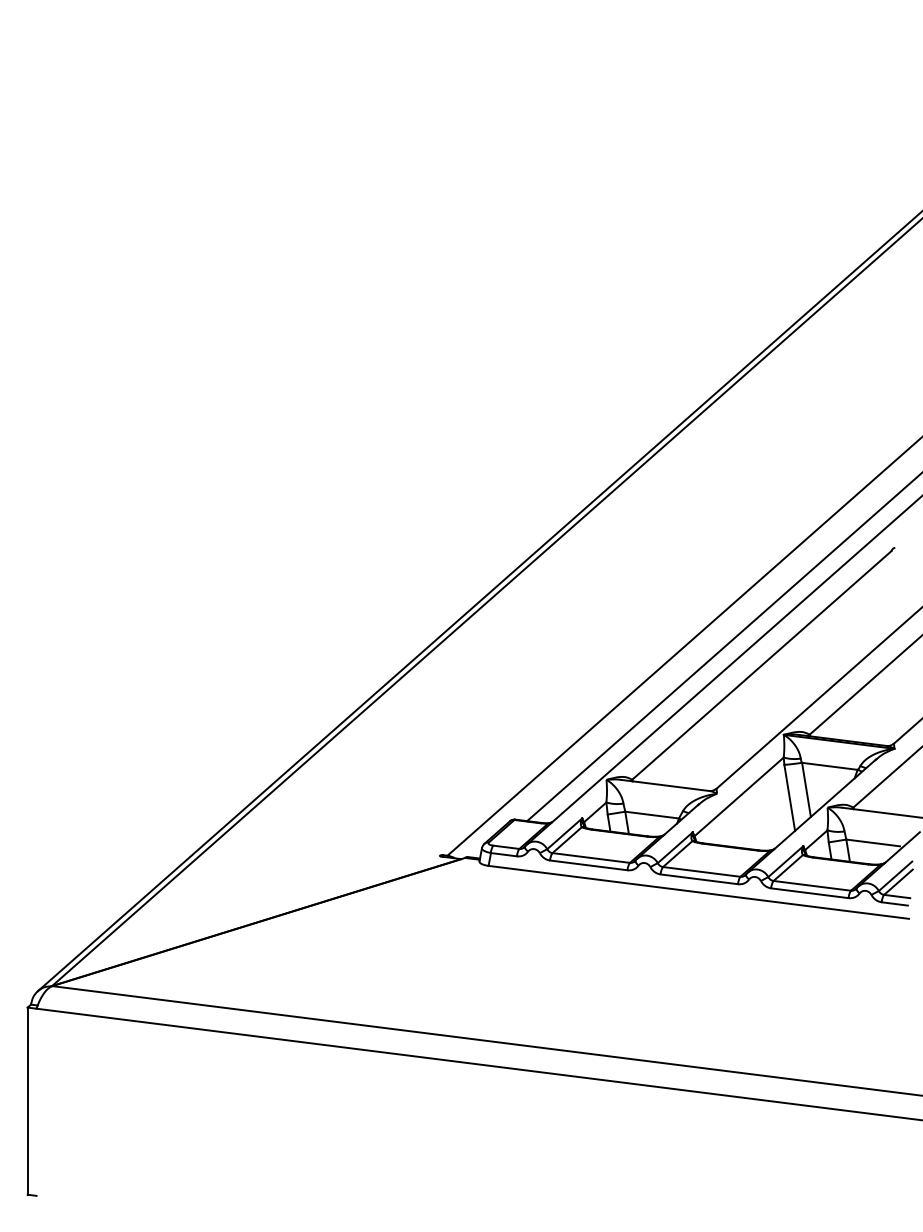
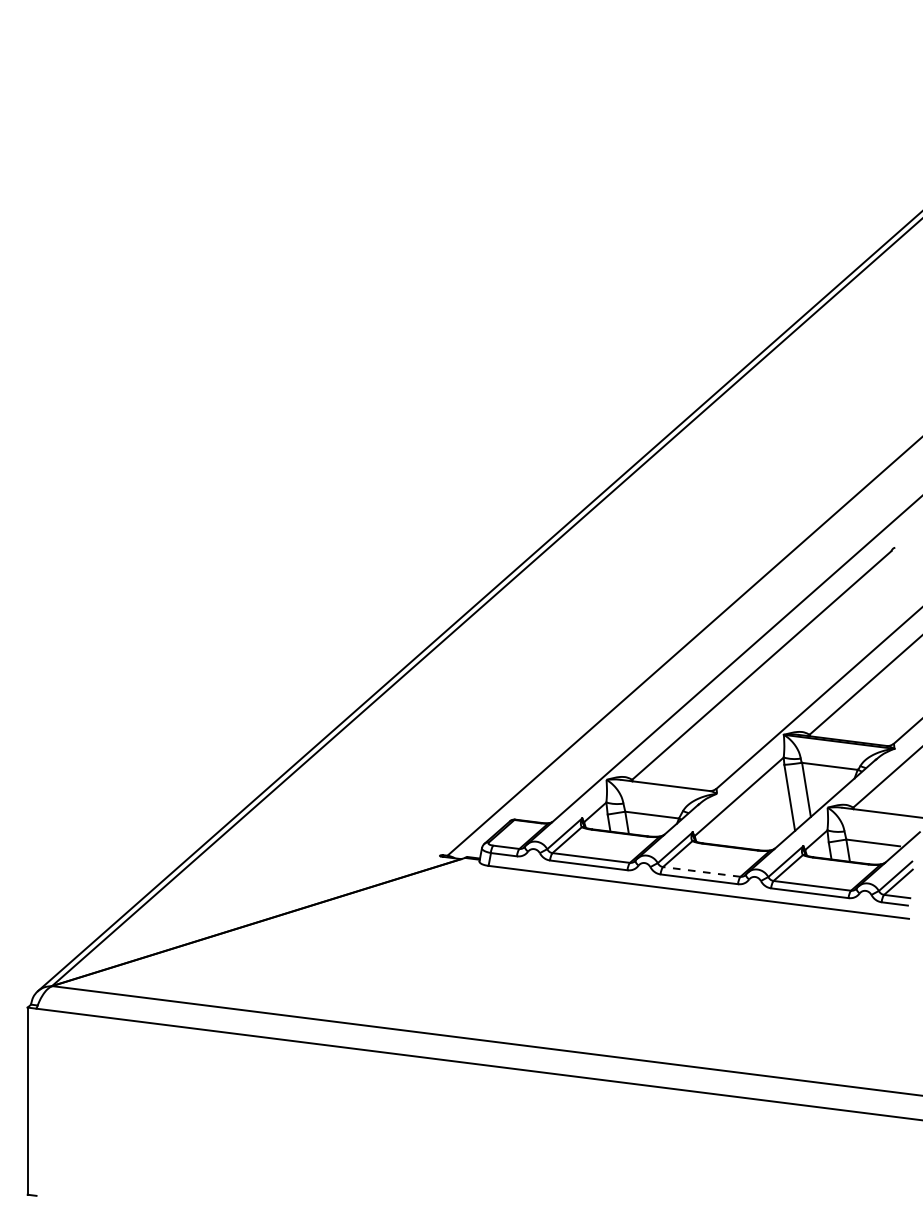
line at (723, 647): present -> none
line at (701, 871): solid -> dashed
